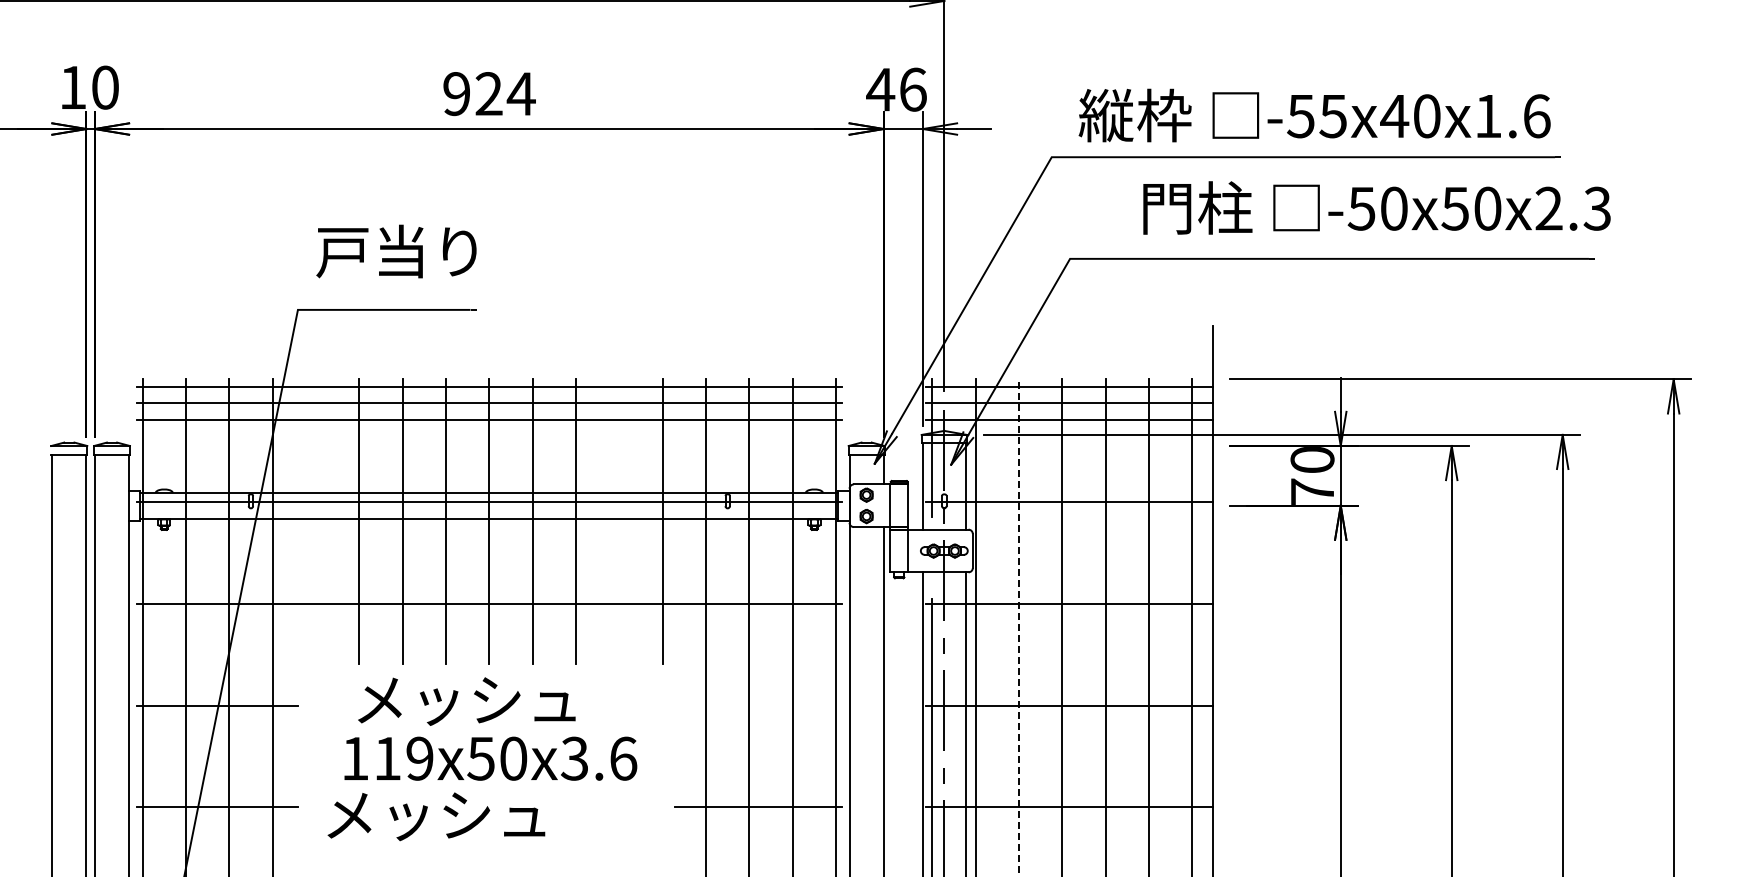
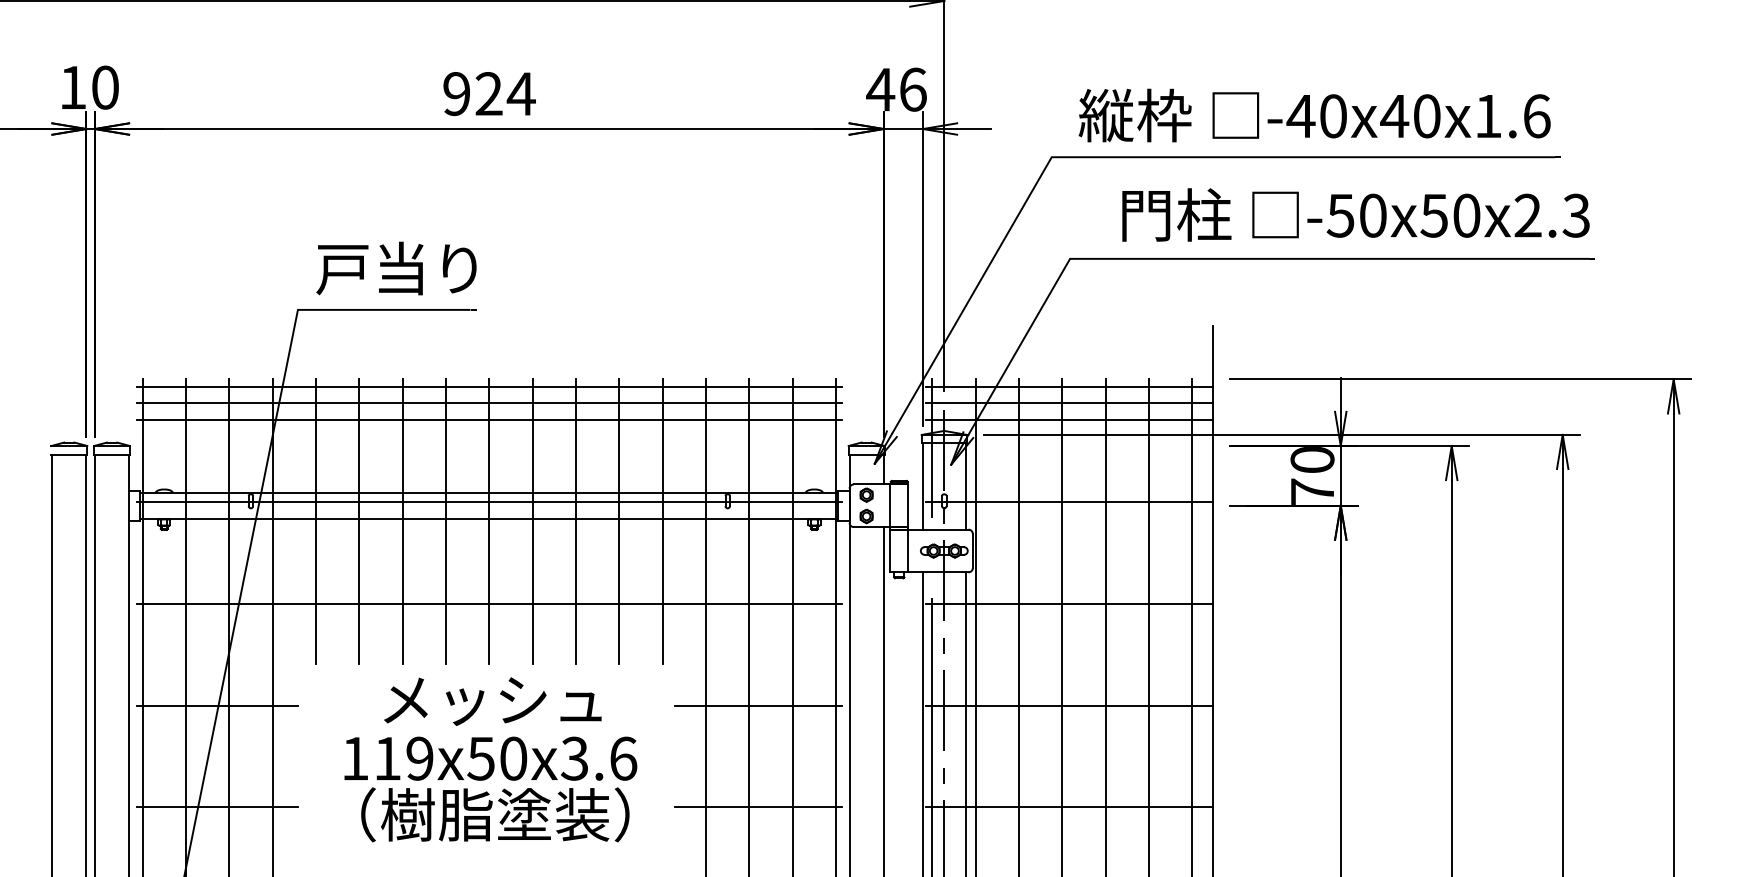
text at (1316, 116): -55x40x1.6 -> -40x40x1.6
text at (1376, 207) position: (1376, 207) -> (1355, 214)
text at (396, 251) position: (396, 251) -> (396, 268)
line at (315, 521): none -> present
line at (619, 521): none -> present
line at (1018, 627): dashed -> solid
text at (466, 701) position: (466, 701) -> (492, 701)
line at (758, 705): none -> present
text at (478, 814): メッシュ -> （樹脂塗装）
